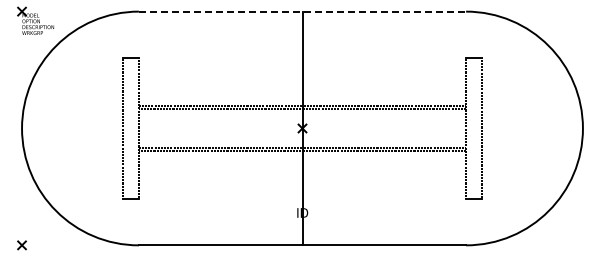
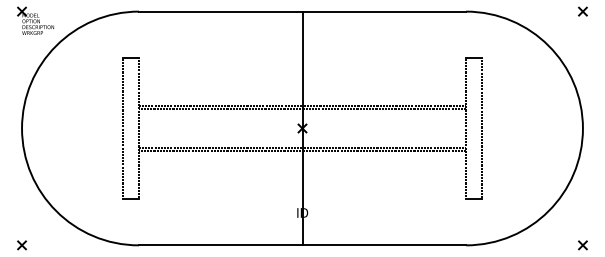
line at (302, 11): dashed -> solid
part at (582, 11): none -> present
part at (582, 245): none -> present
